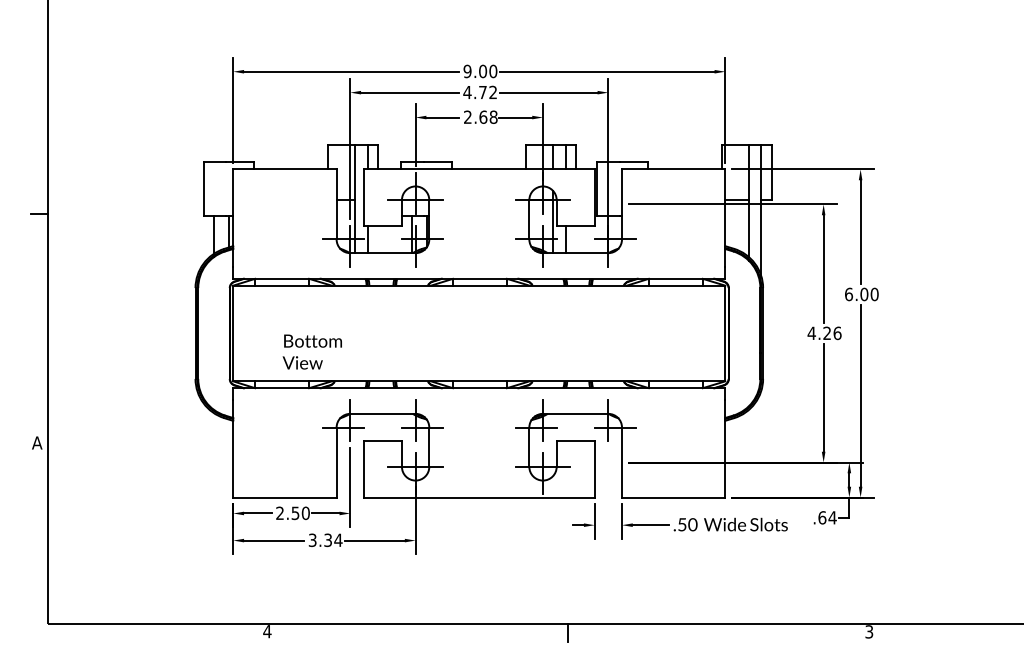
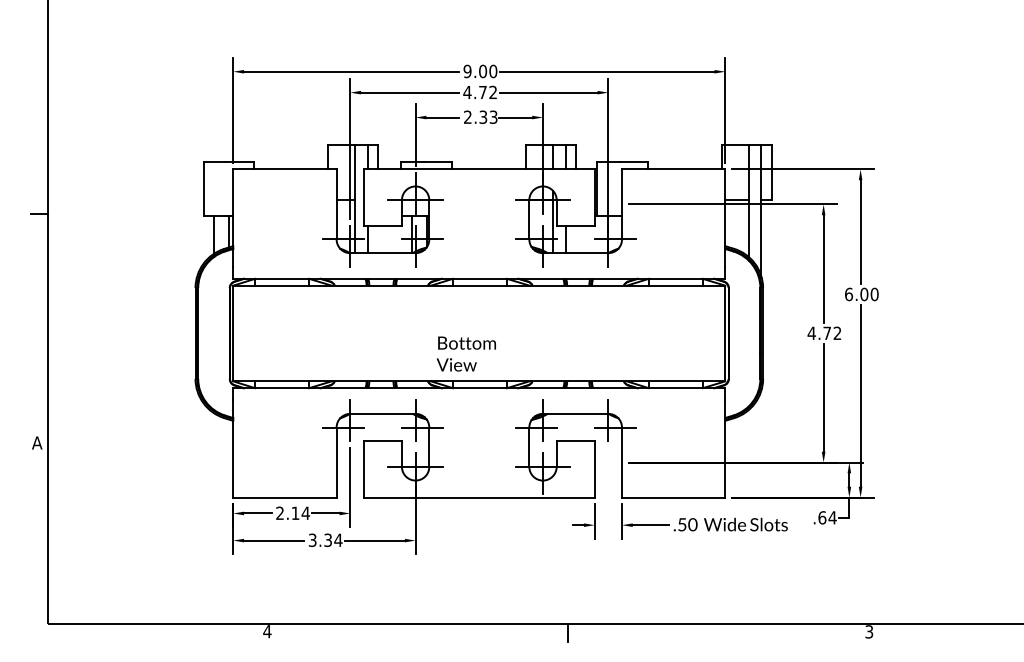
text at (488, 116): 2.68 -> 2.33
text at (832, 333): 4.26 -> 4.72
text at (311, 351) position: (311, 351) -> (465, 353)
text at (300, 513): 2.50 -> 2.14
